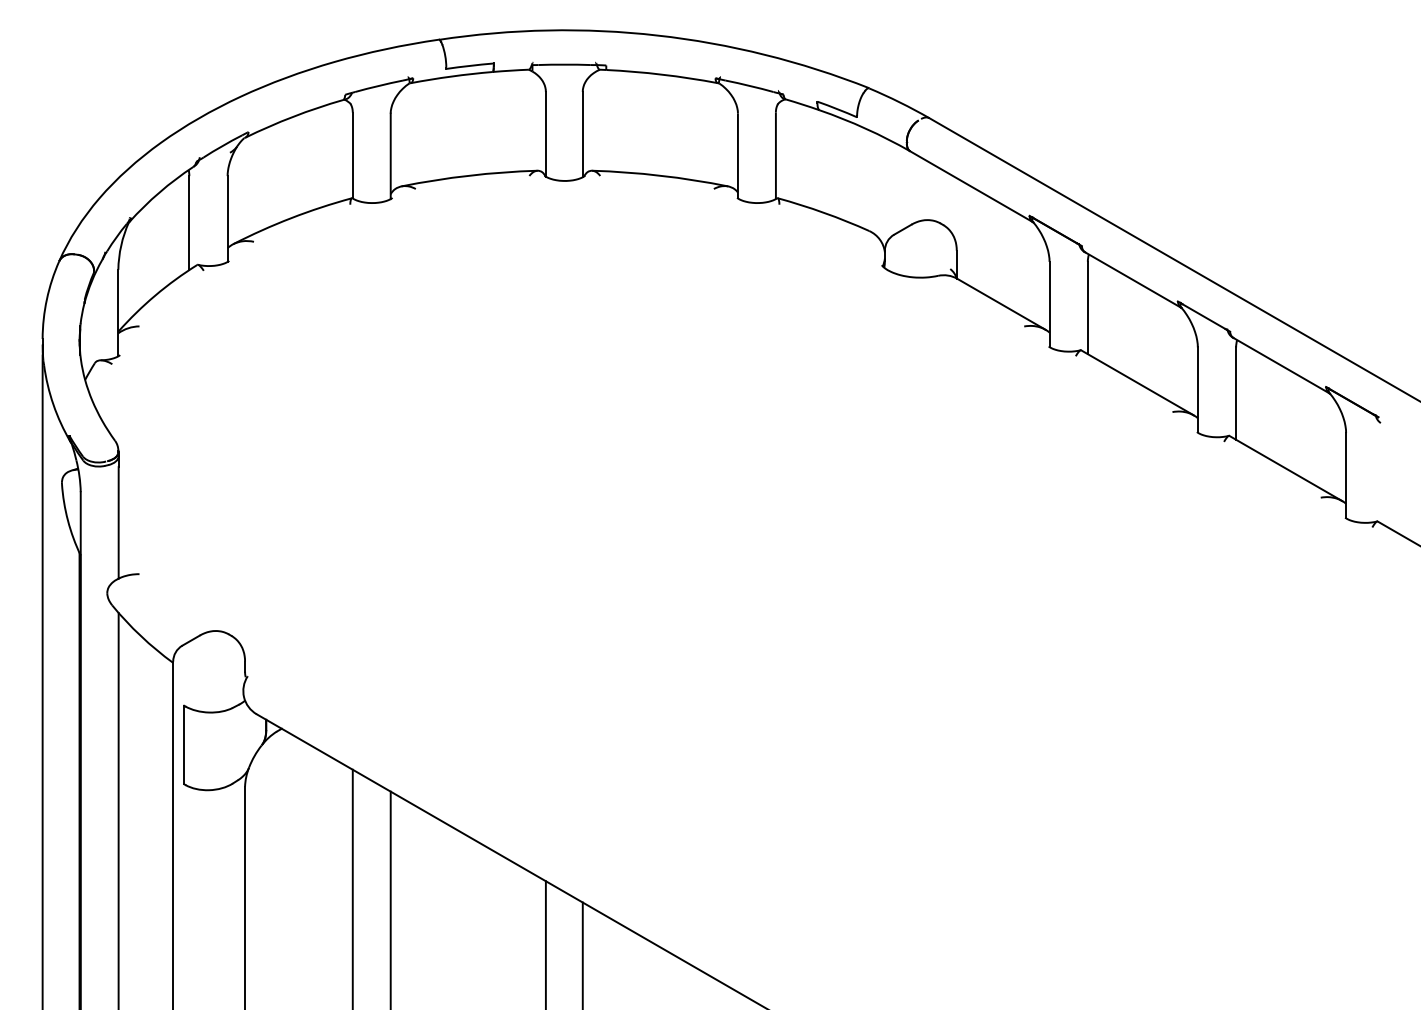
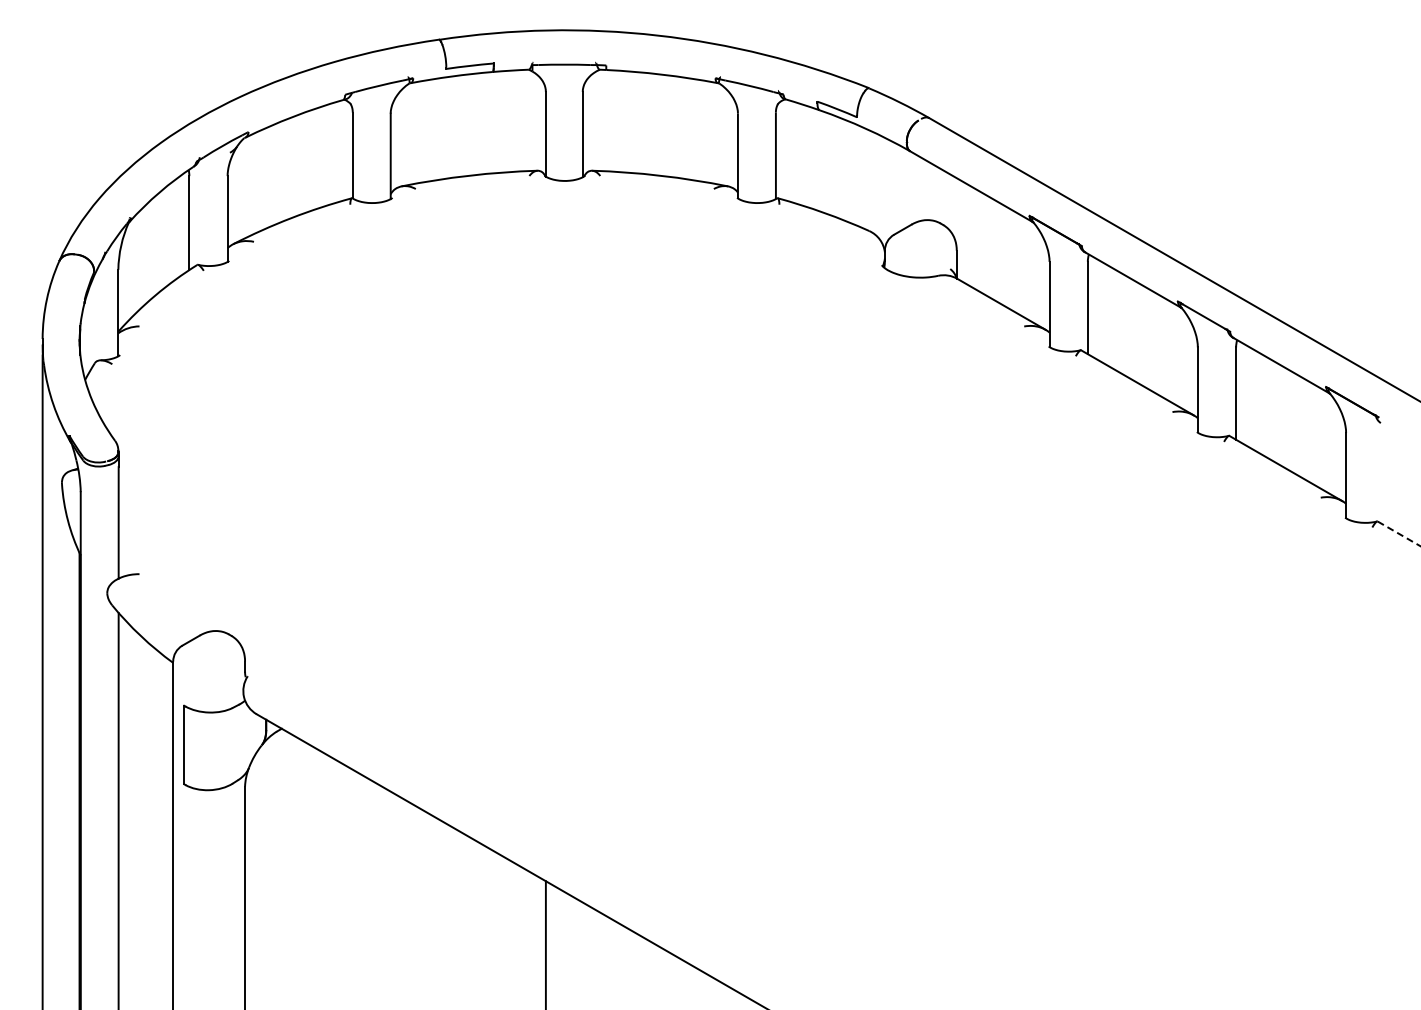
line at (1399, 533): solid -> dashed
line at (352, 887): present -> none
line at (390, 898): present -> none
line at (582, 954): present -> none
